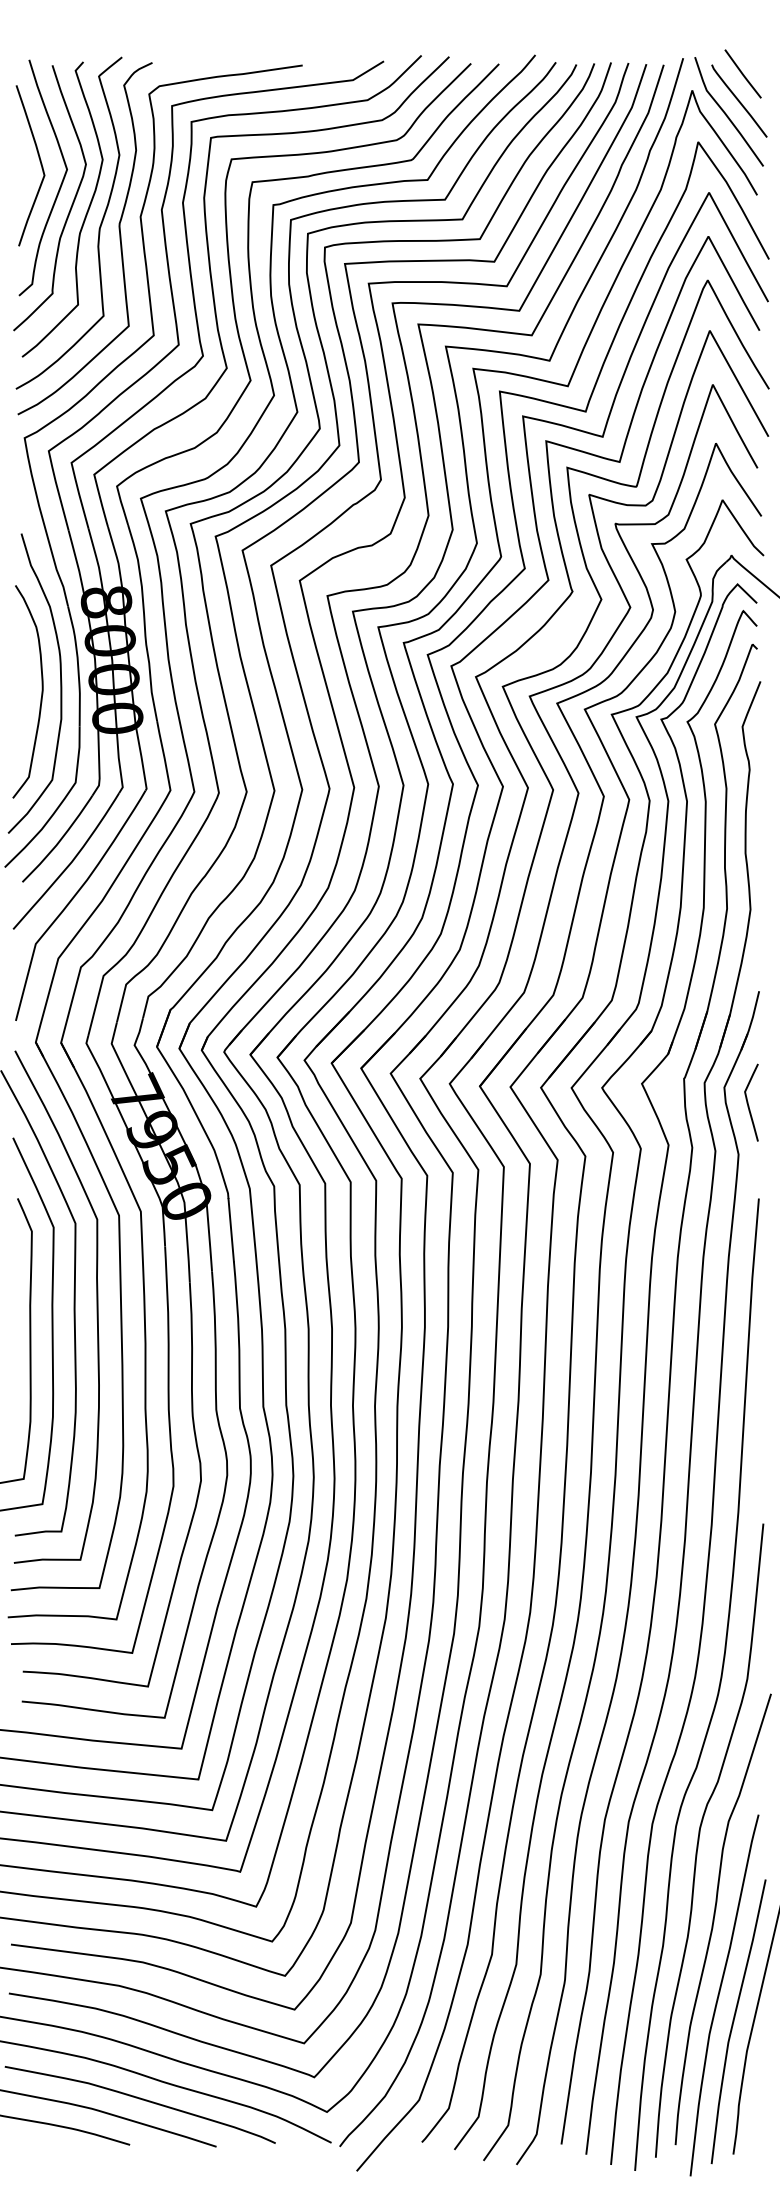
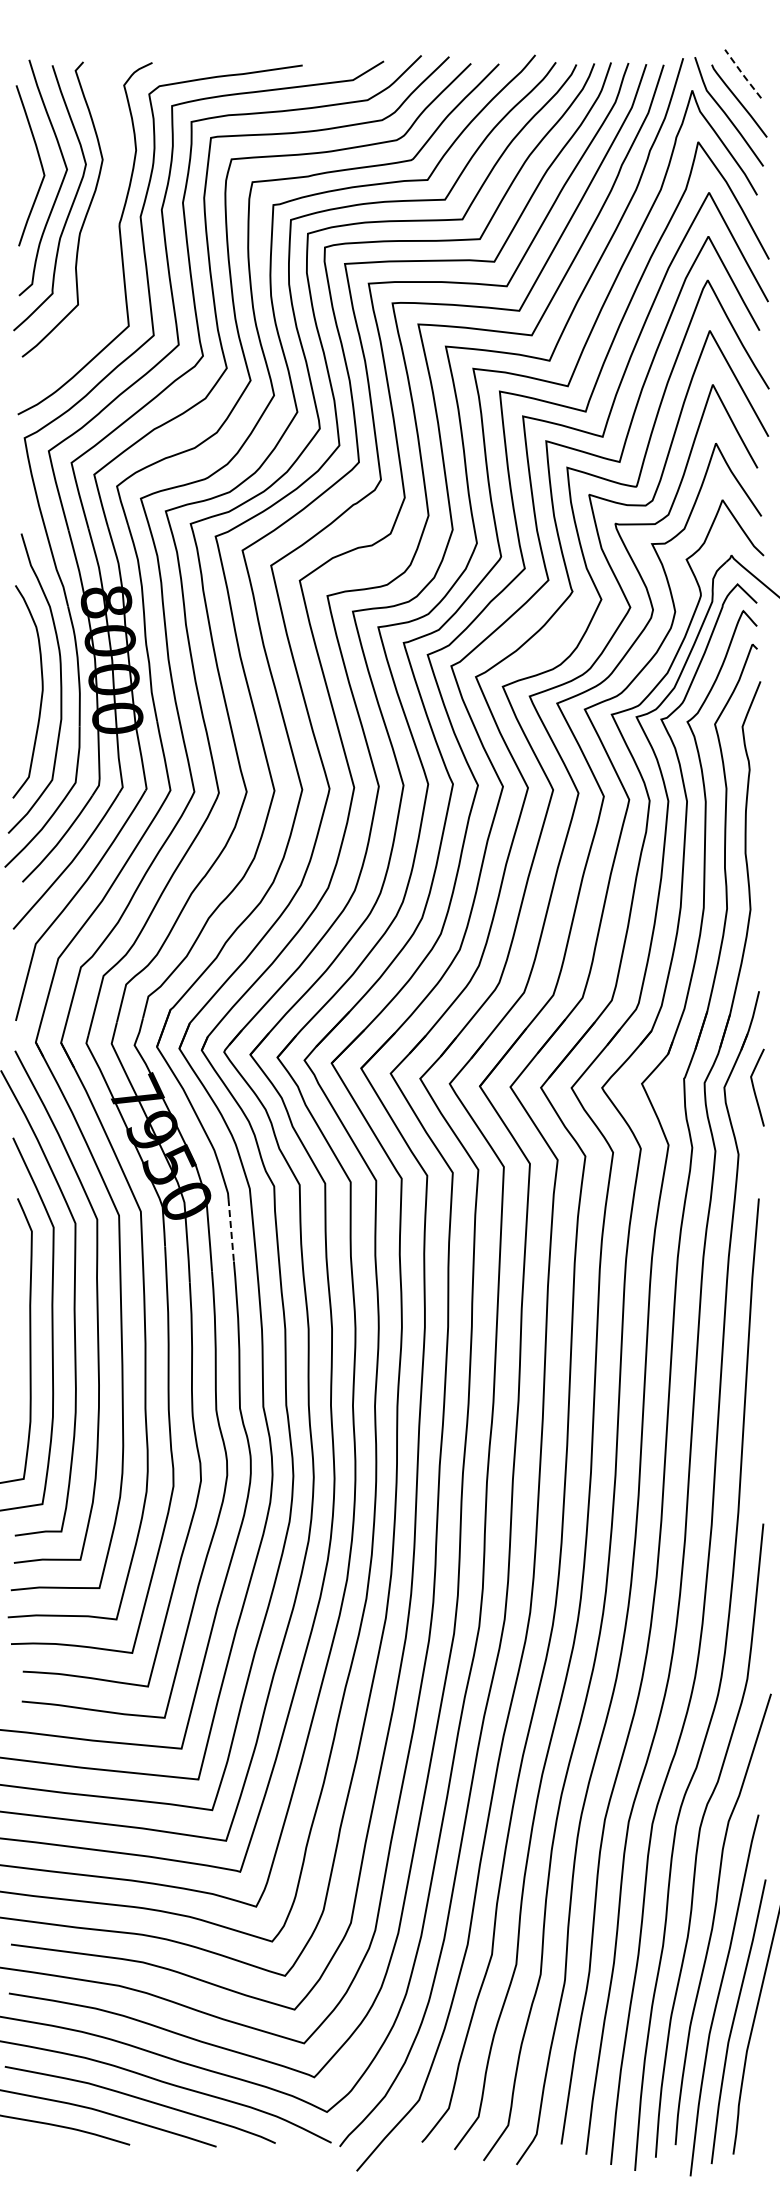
line at (743, 74): solid -> dashed
curve at (98, 229): present -> none
curve at (748, 1102) position: (748, 1102) -> (754, 1087)
line at (231, 1230): solid -> dashed
